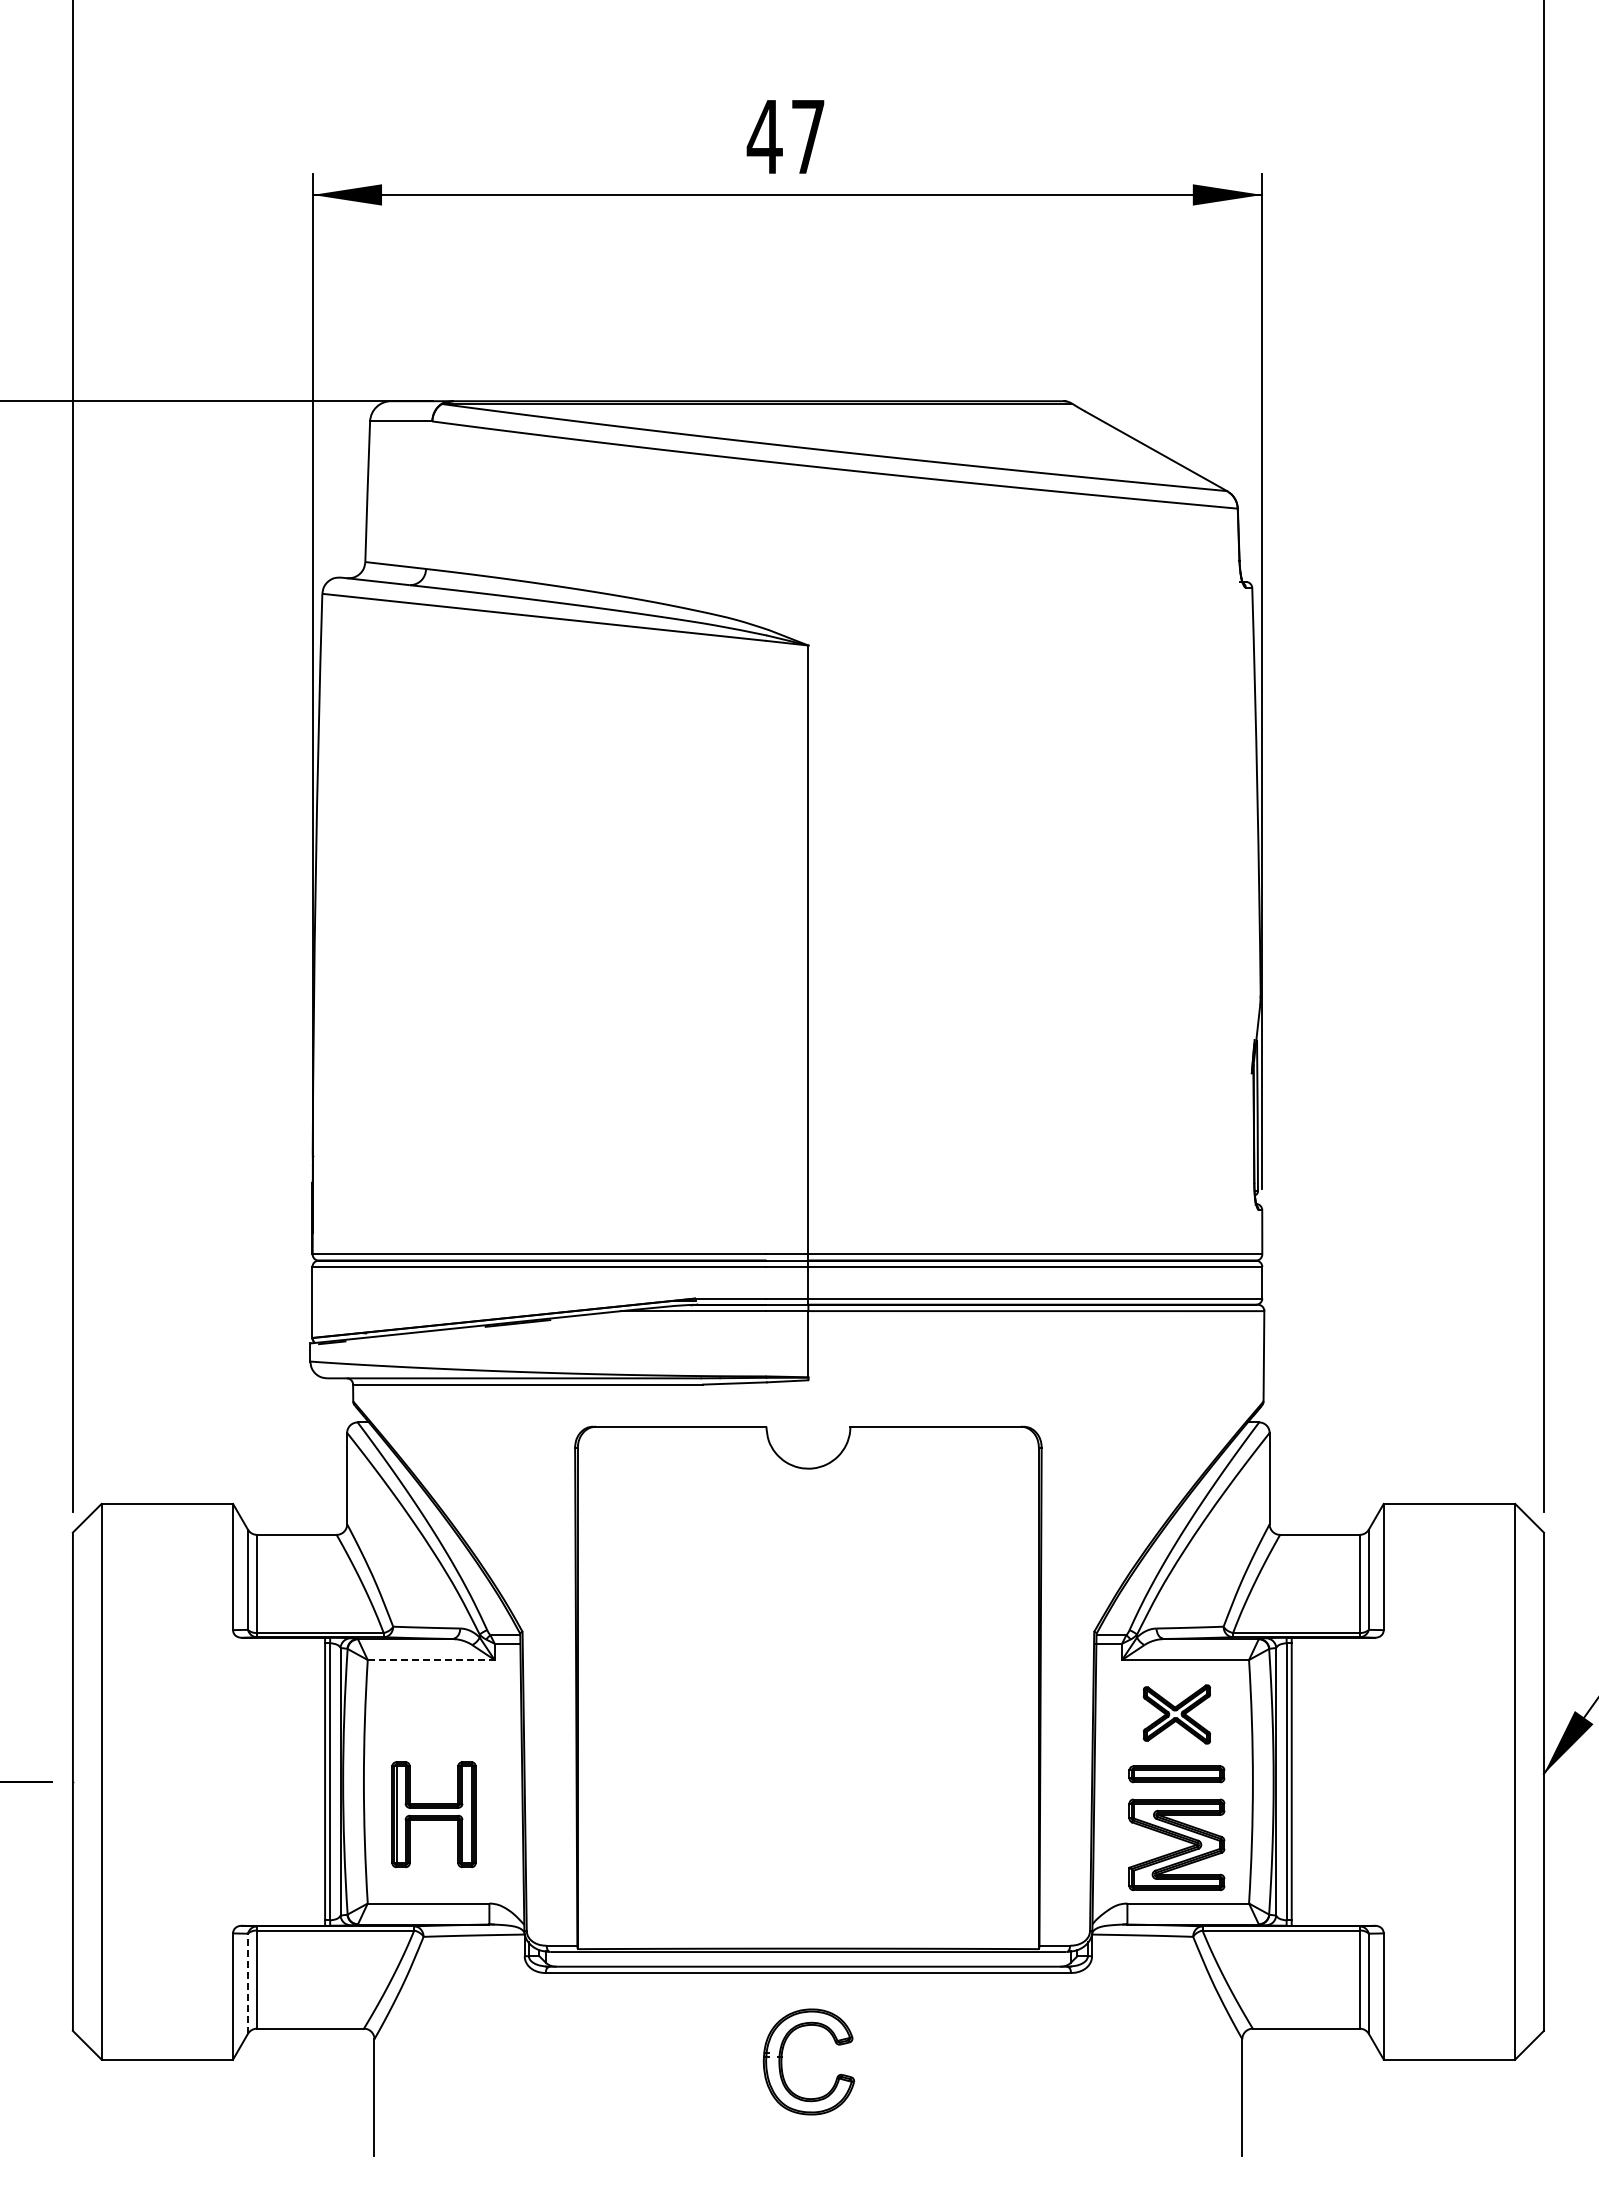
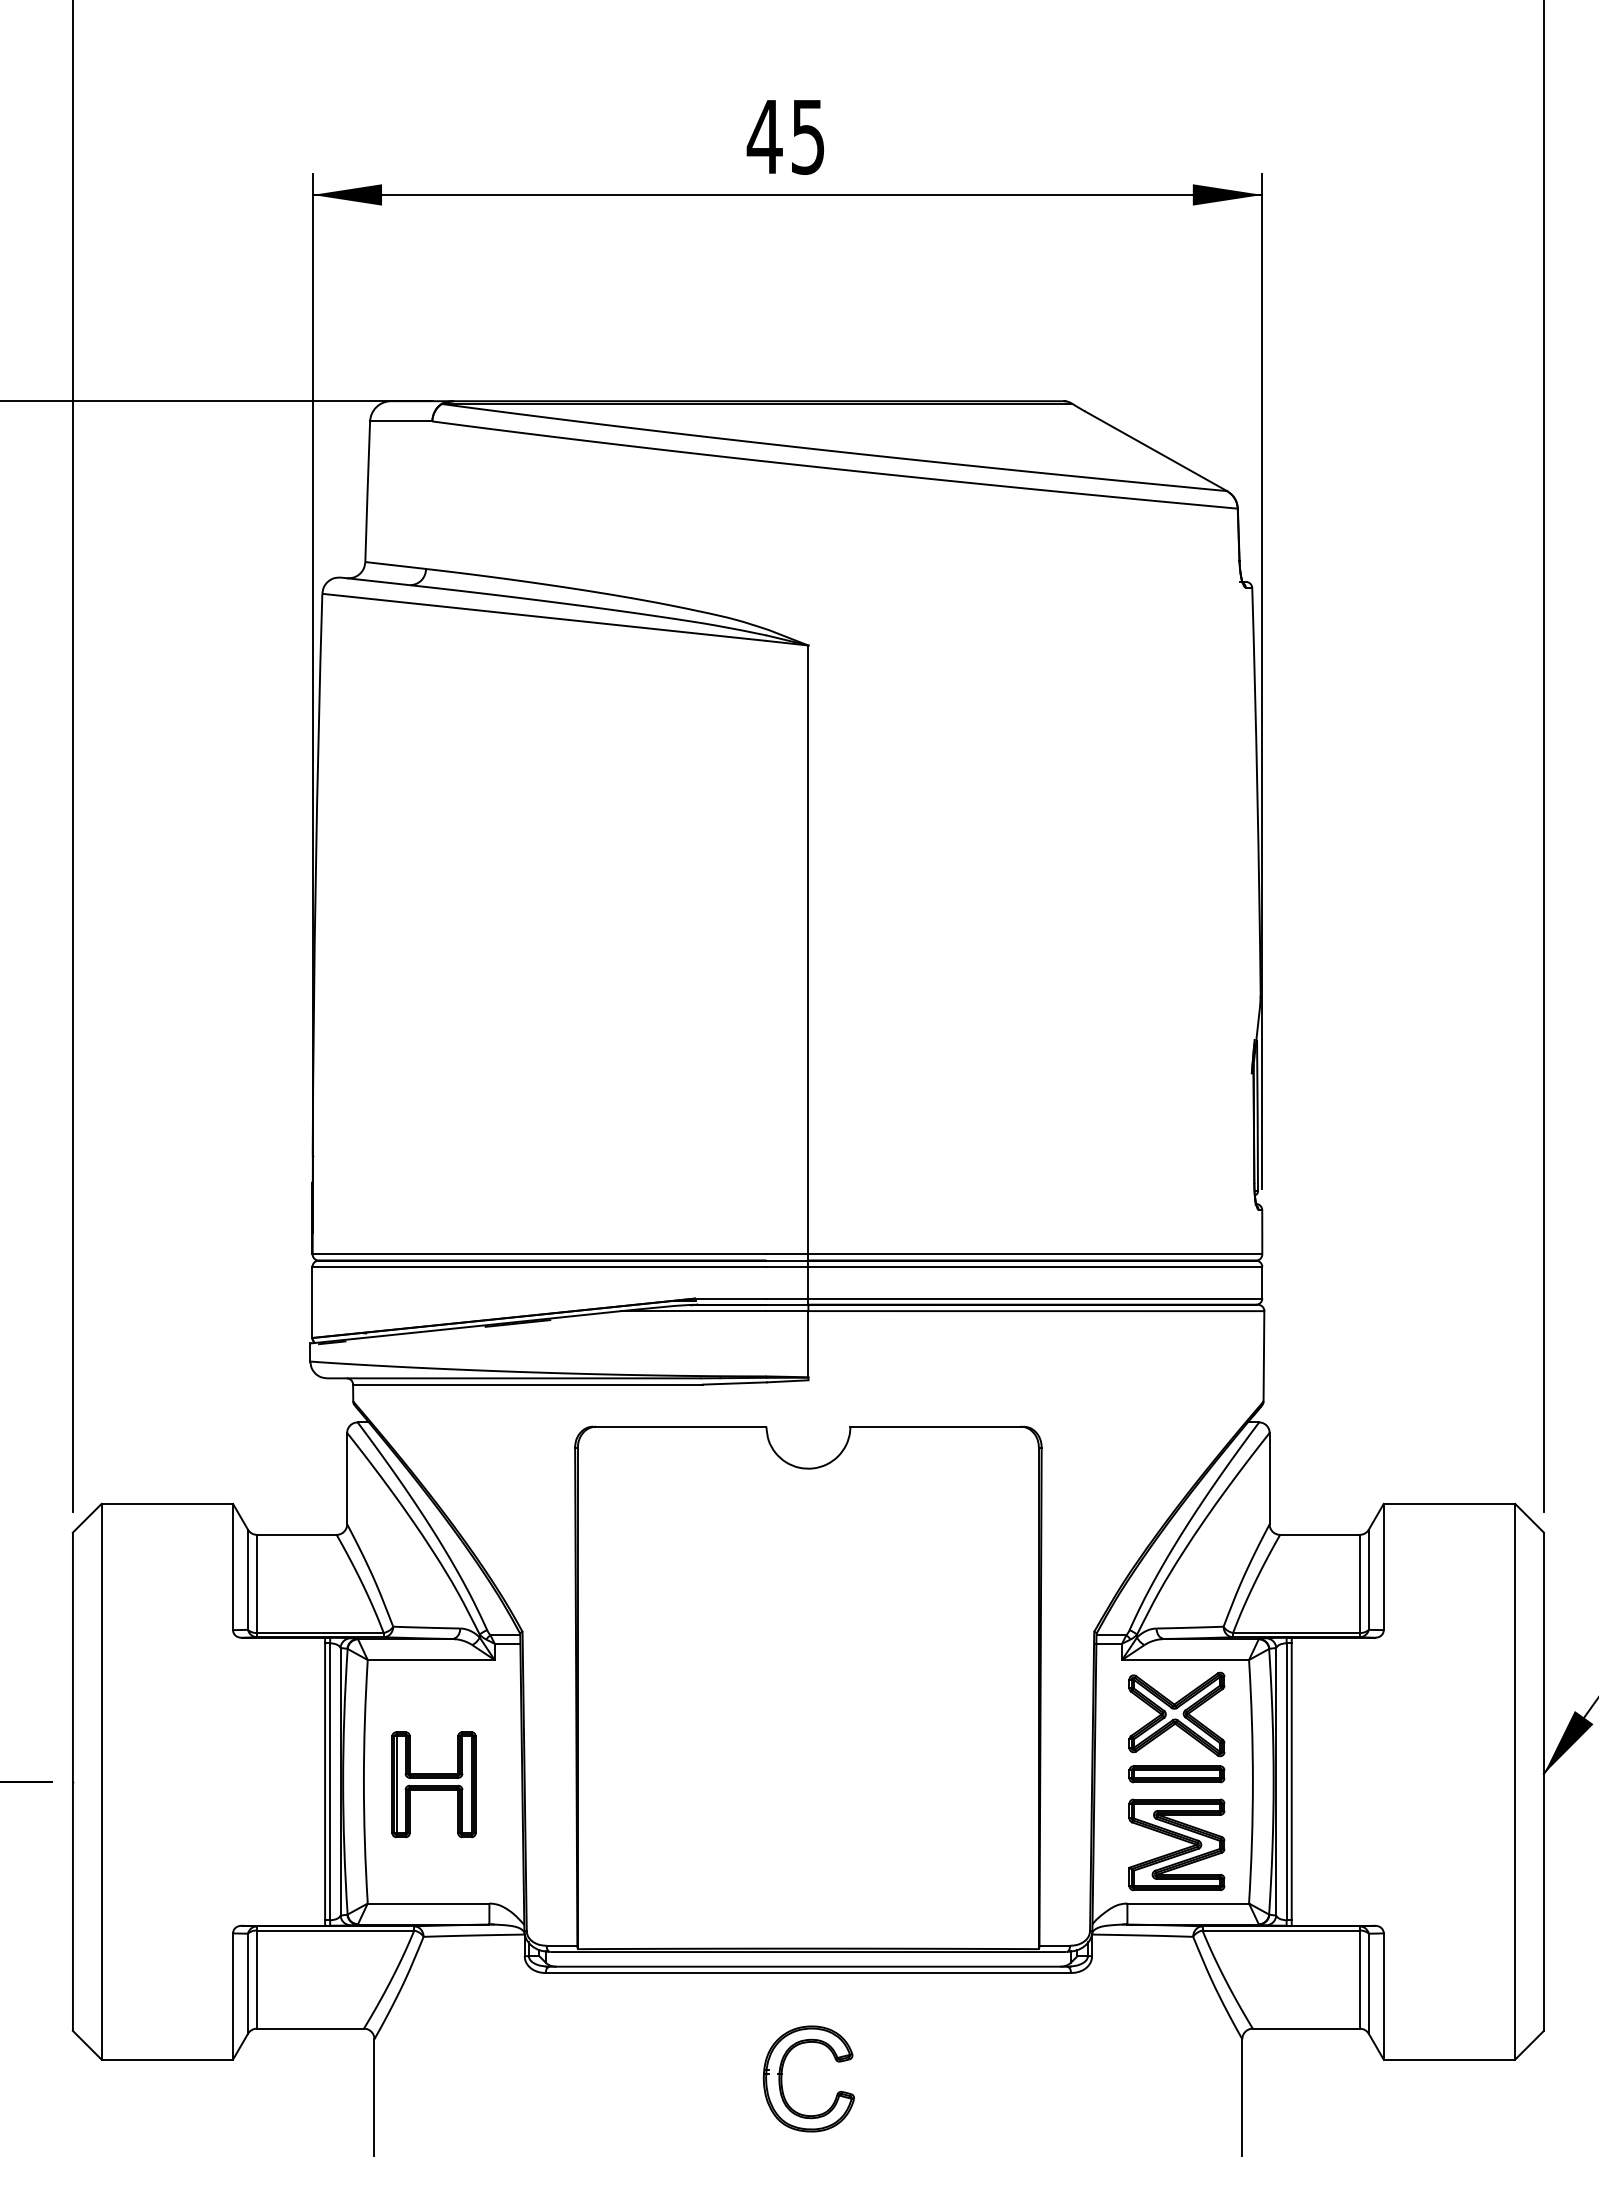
text at (808, 137): 47 -> 45
line at (431, 1660): dashed -> solid
part at (1176, 1714) size: 70x61 px -> 98x87 px
part at (433, 1814) position: (433, 1814) -> (433, 1784)
line at (247, 1983): dashed -> solid
part at (782, 2061) position: (782, 2061) -> (782, 2078)
